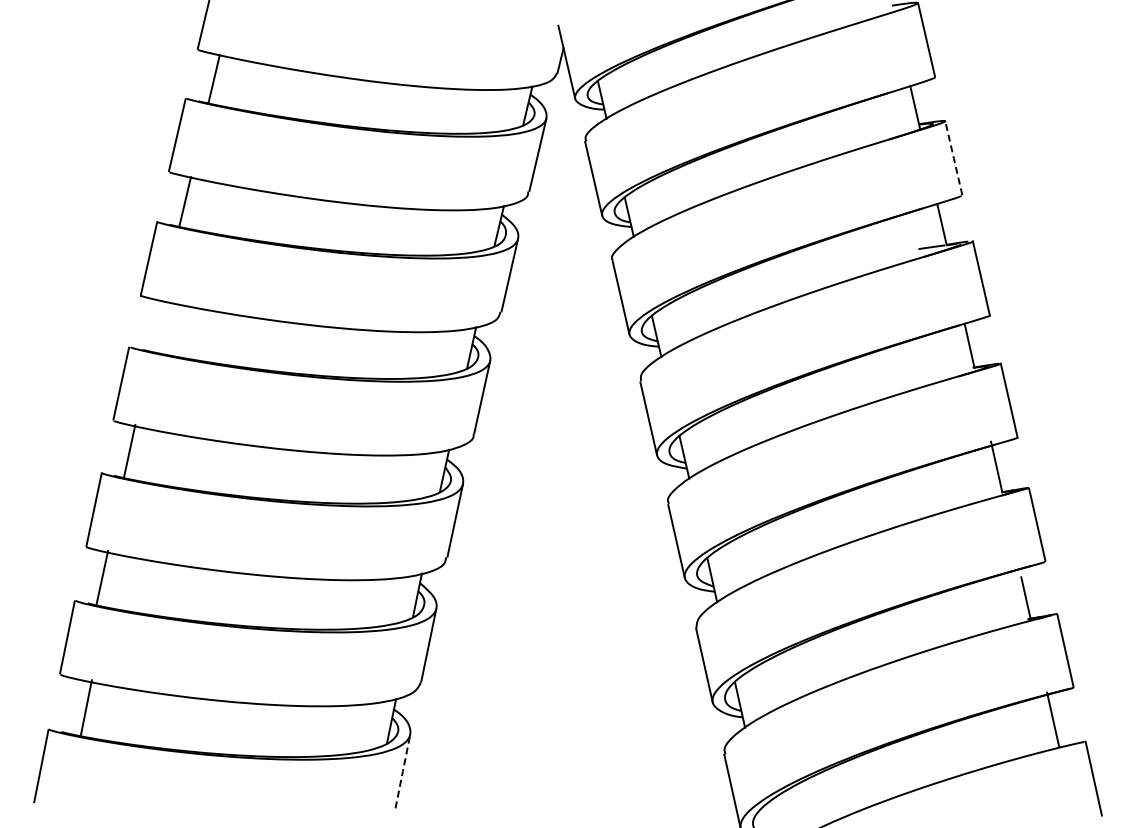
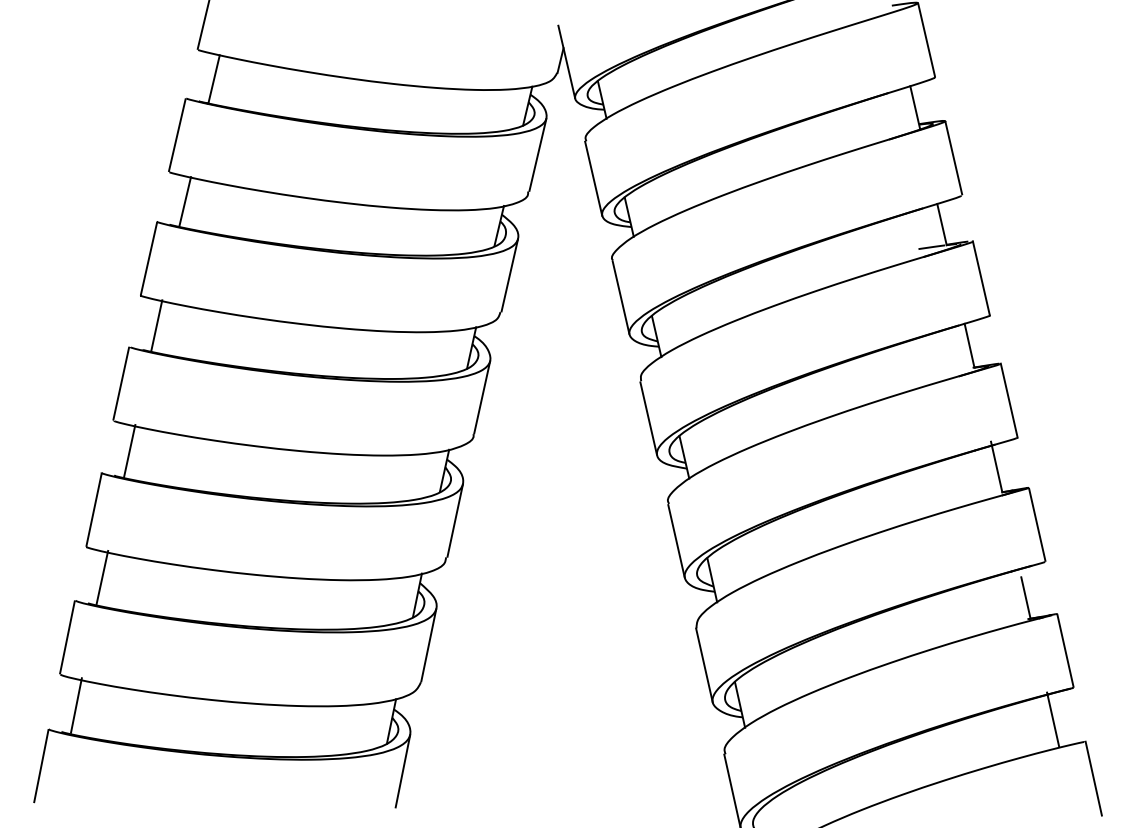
line at (953, 158): dashed -> solid
line at (156, 325): none -> present
line at (86, 707) position: (86, 707) -> (76, 705)
line at (402, 771): dashed -> solid
